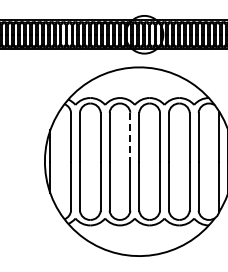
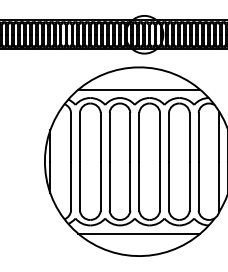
line at (139, 89): none -> present
line at (130, 137): dashed -> solid
line at (139, 233): none -> present
